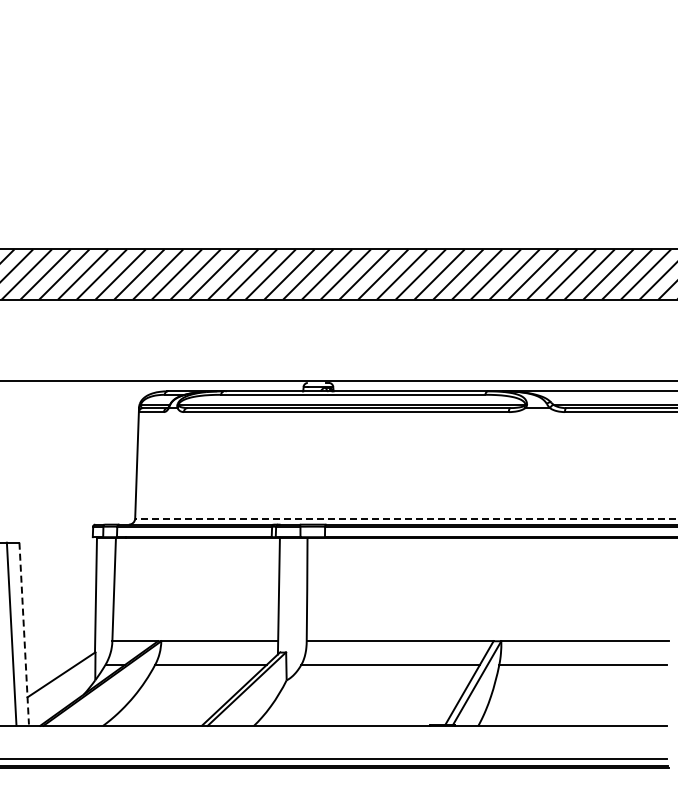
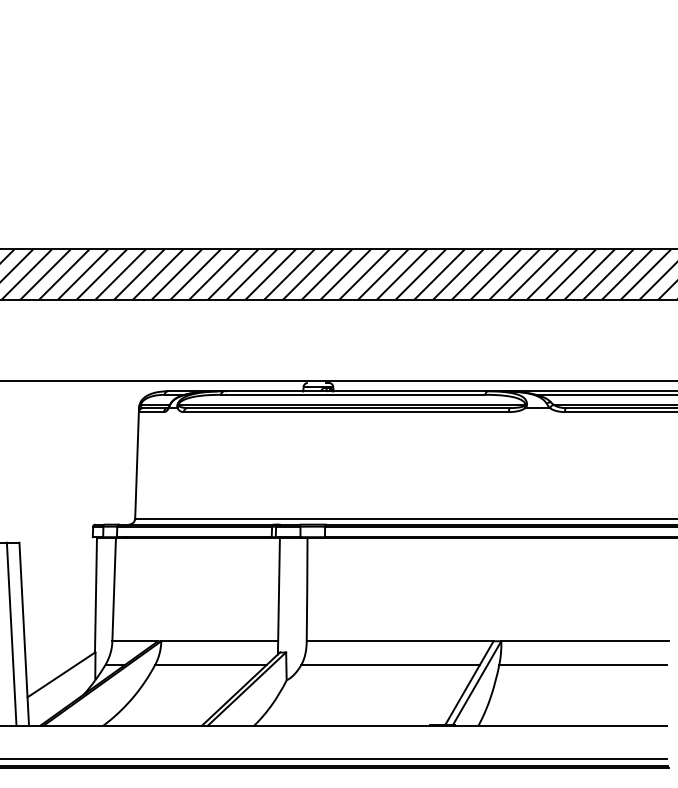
line at (605, 394): none -> present
line at (406, 518): dashed -> solid
line at (24, 634): dashed -> solid
